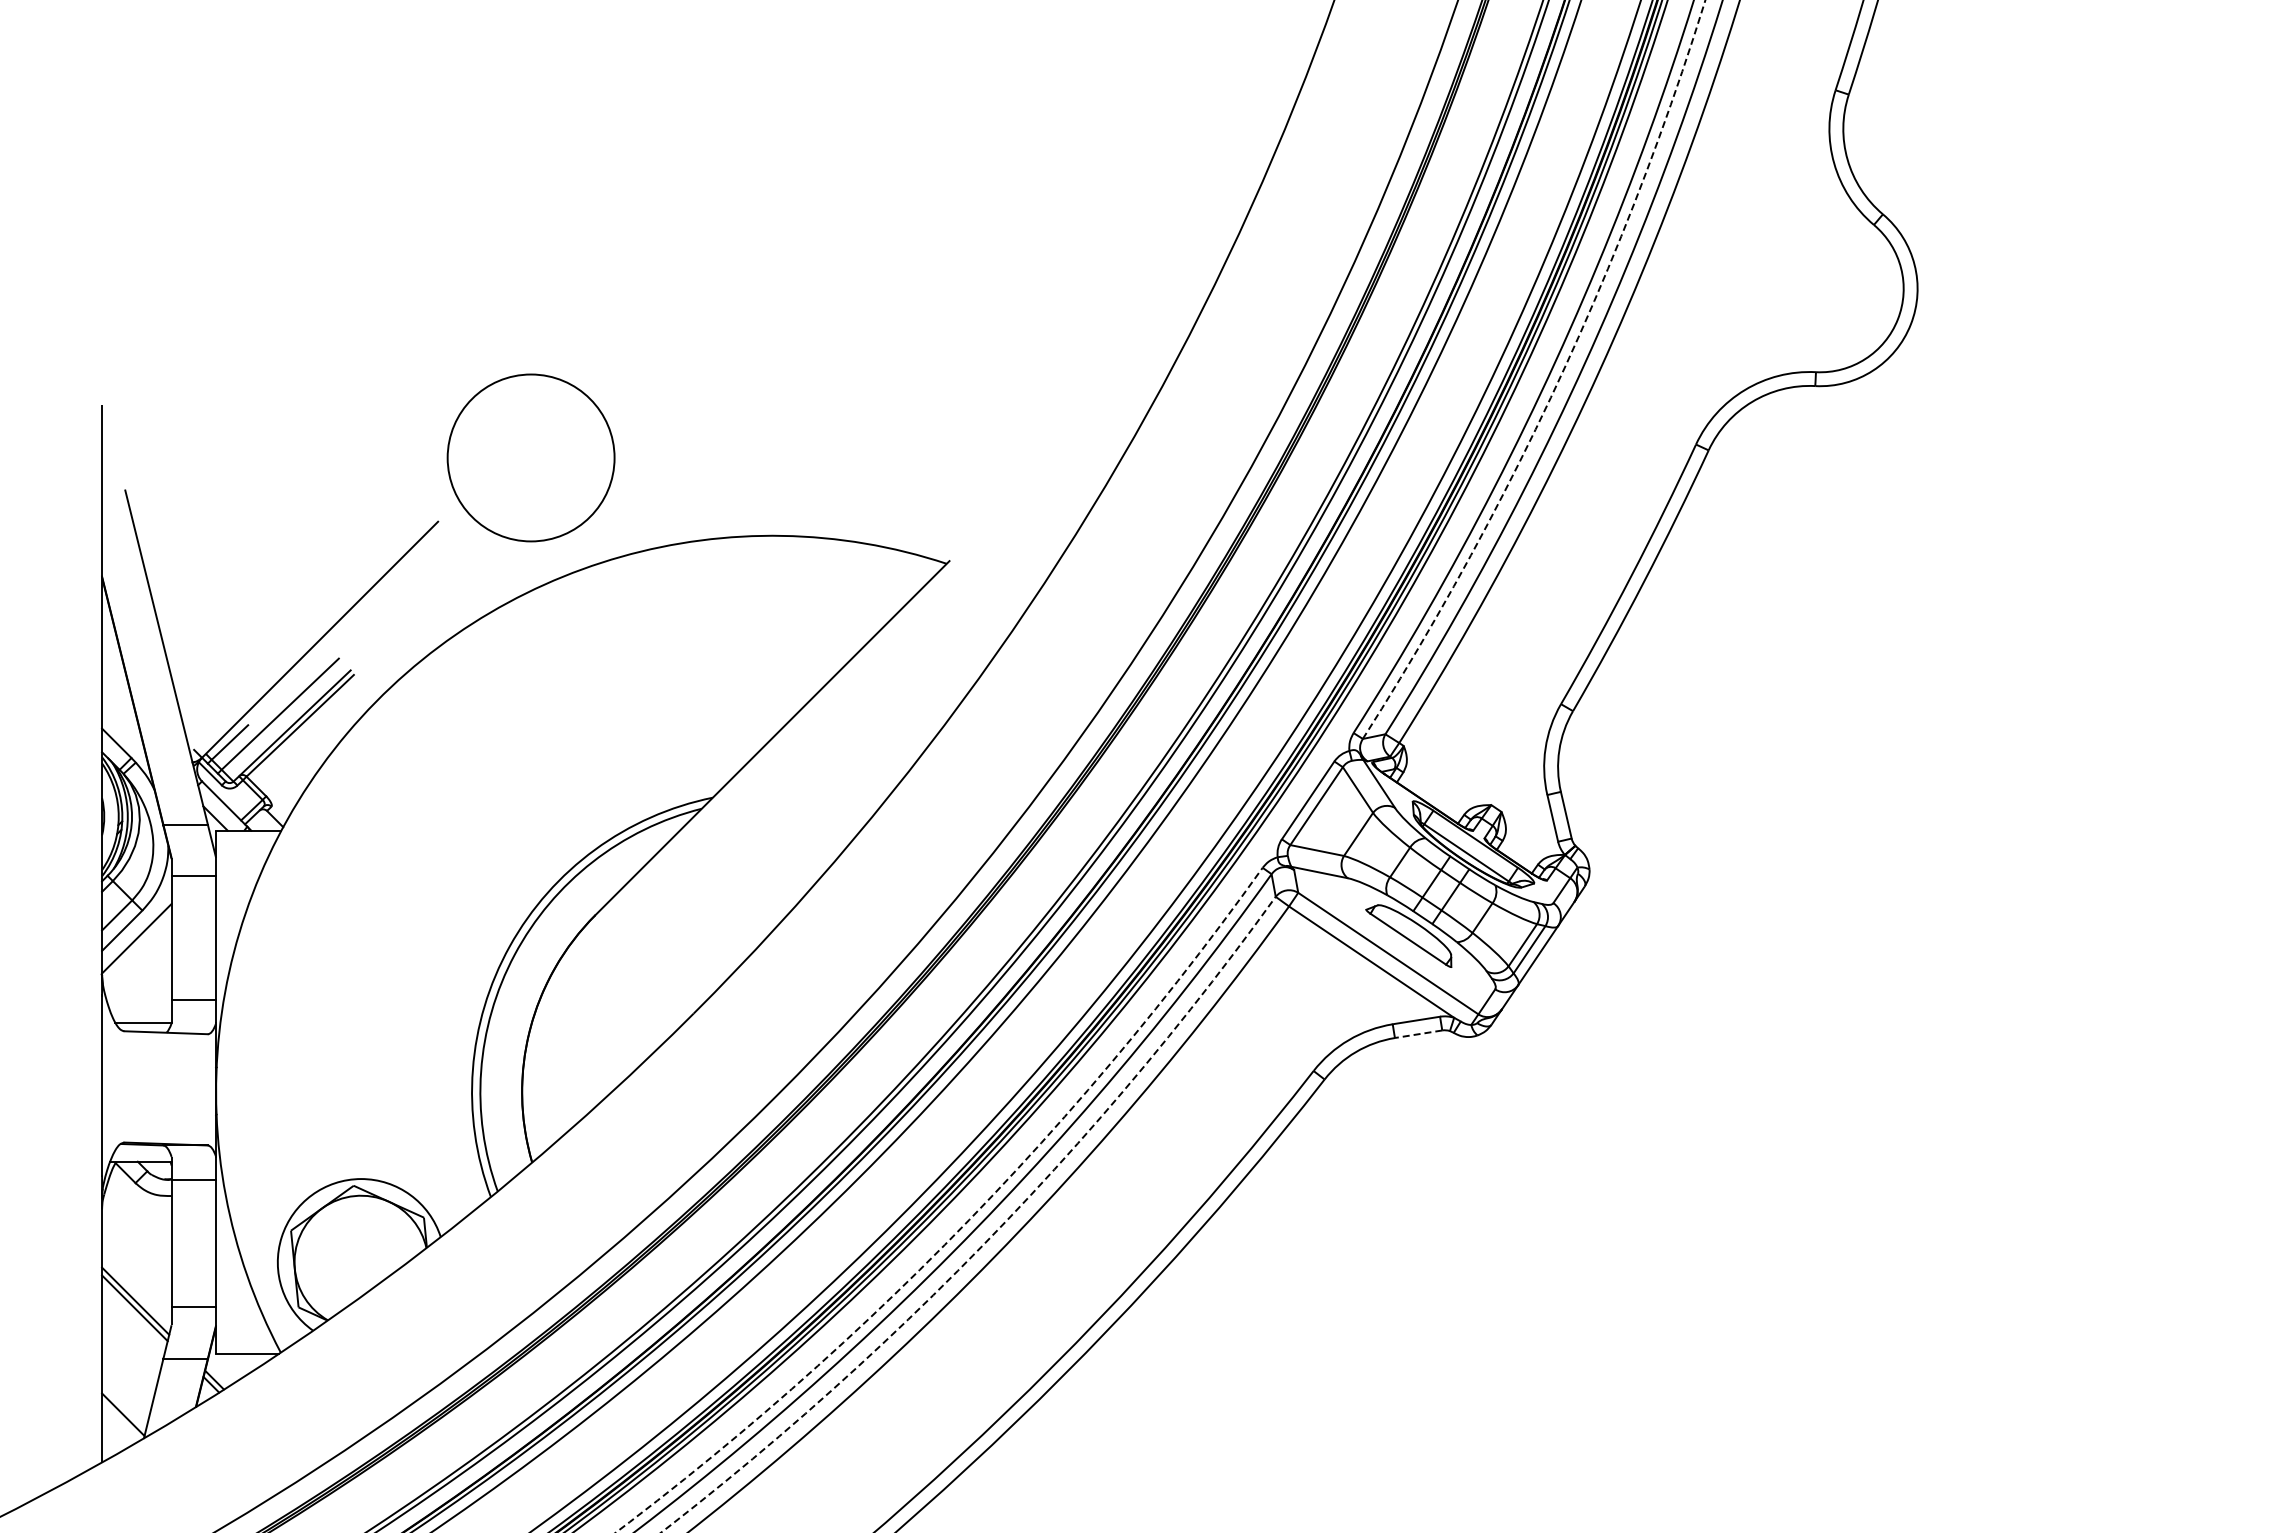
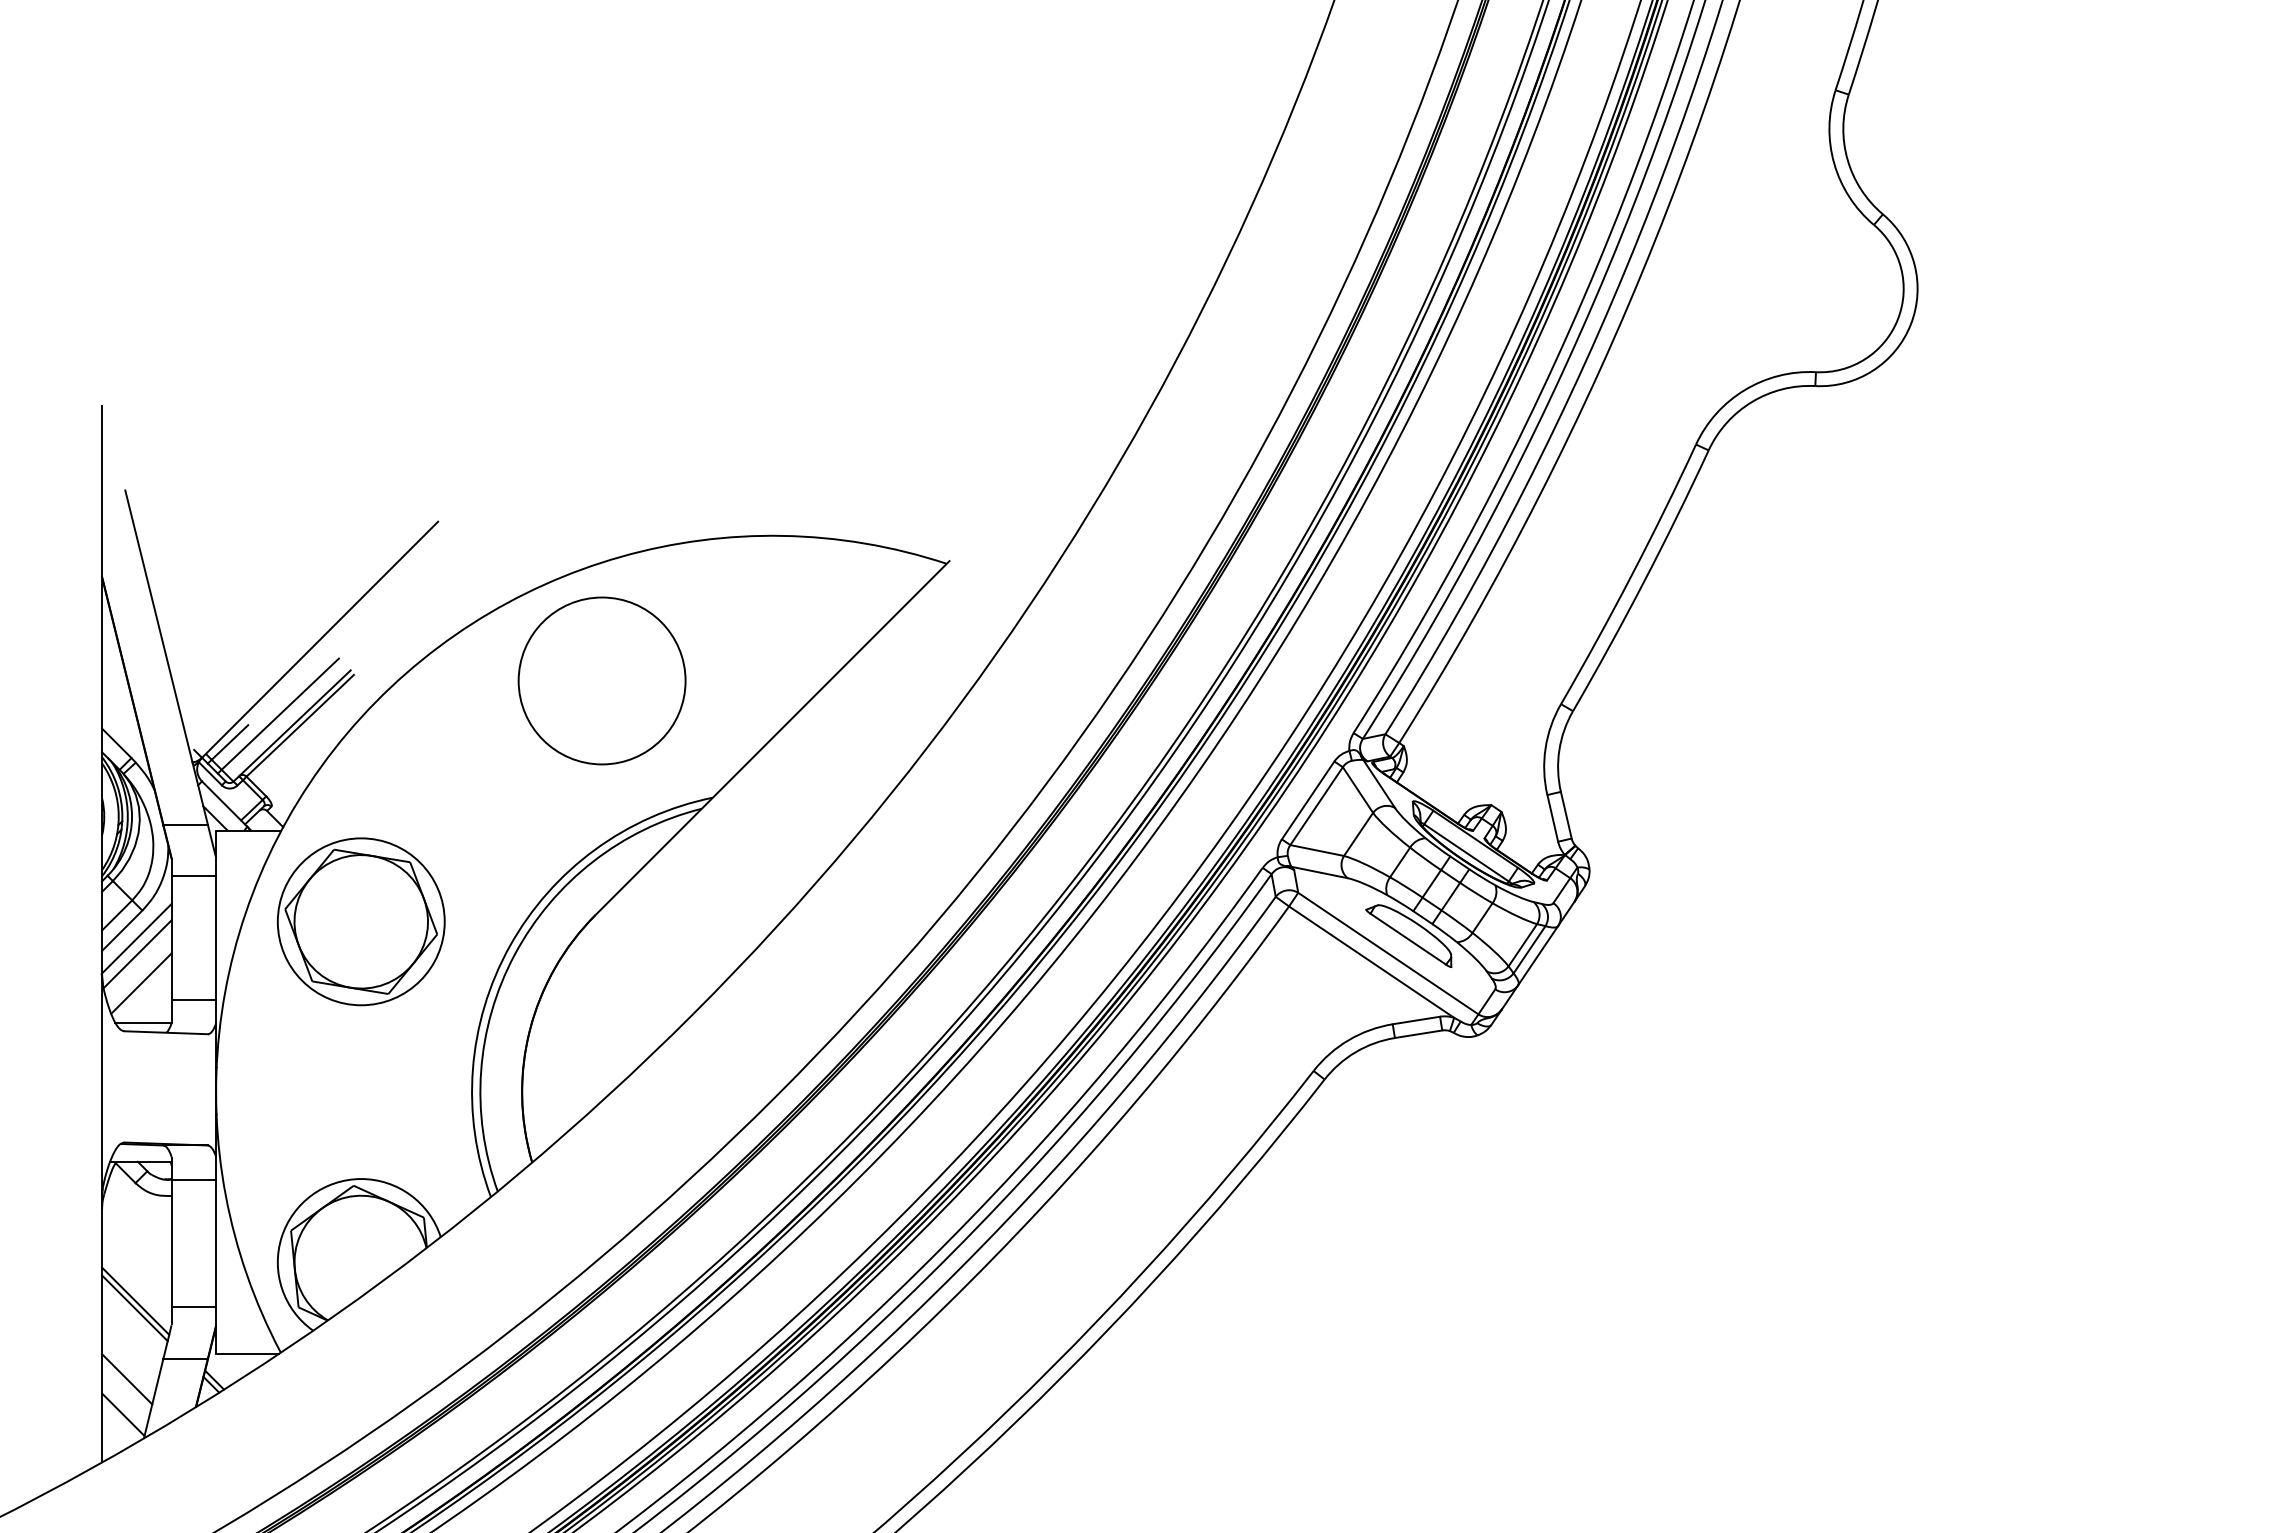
arc at (1559, 379): dashed -> solid
circle at (530, 457) position: (530, 457) -> (601, 680)
part at (360, 921): none -> present
line at (137, 954): none -> present
line at (141, 983): none -> present
line at (1418, 1034): dashed -> solid
arc at (965, 1223): dashed -> solid
arc at (993, 1234): dashed -> solid
line at (127, 1379): none -> present
